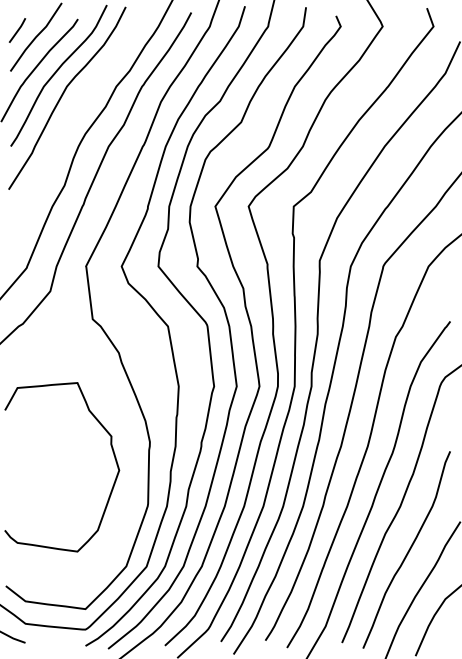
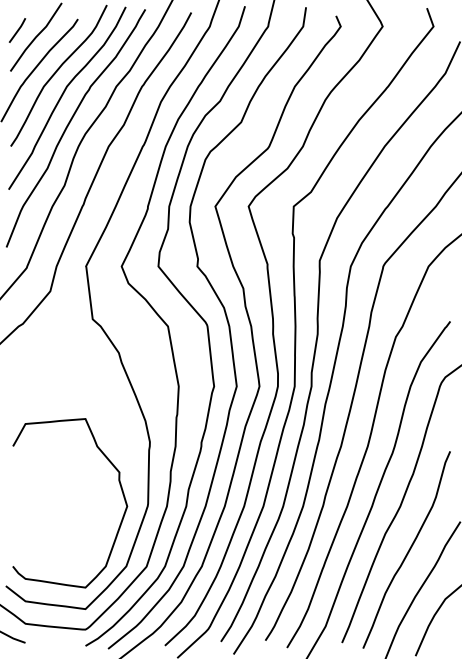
curve at (70, 123): none -> present
curve at (112, 452) position: (112, 452) -> (120, 488)
